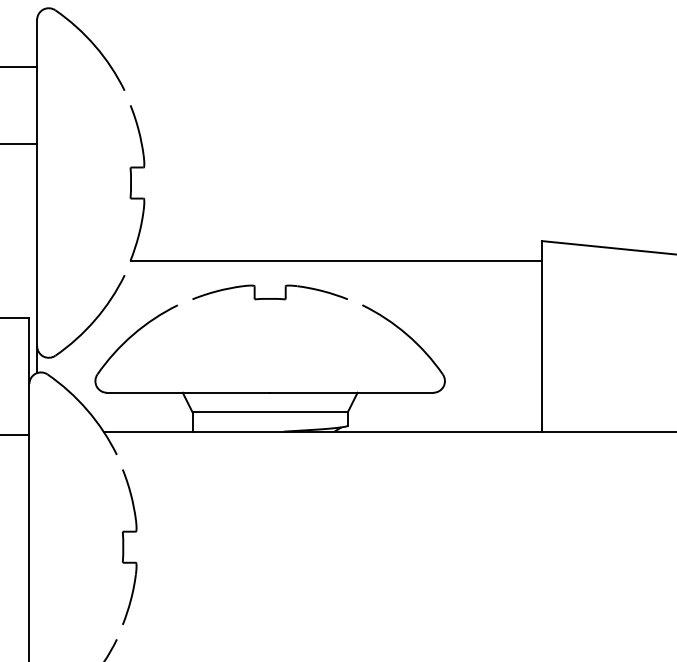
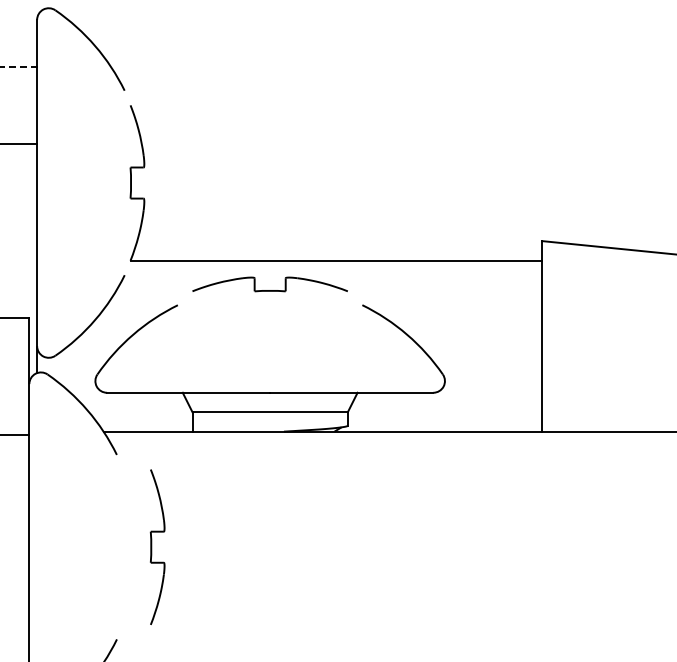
line at (19, 66): solid -> dashed
part at (269, 292) position: (269, 292) -> (269, 284)
part at (129, 546) position: (129, 546) -> (157, 546)
